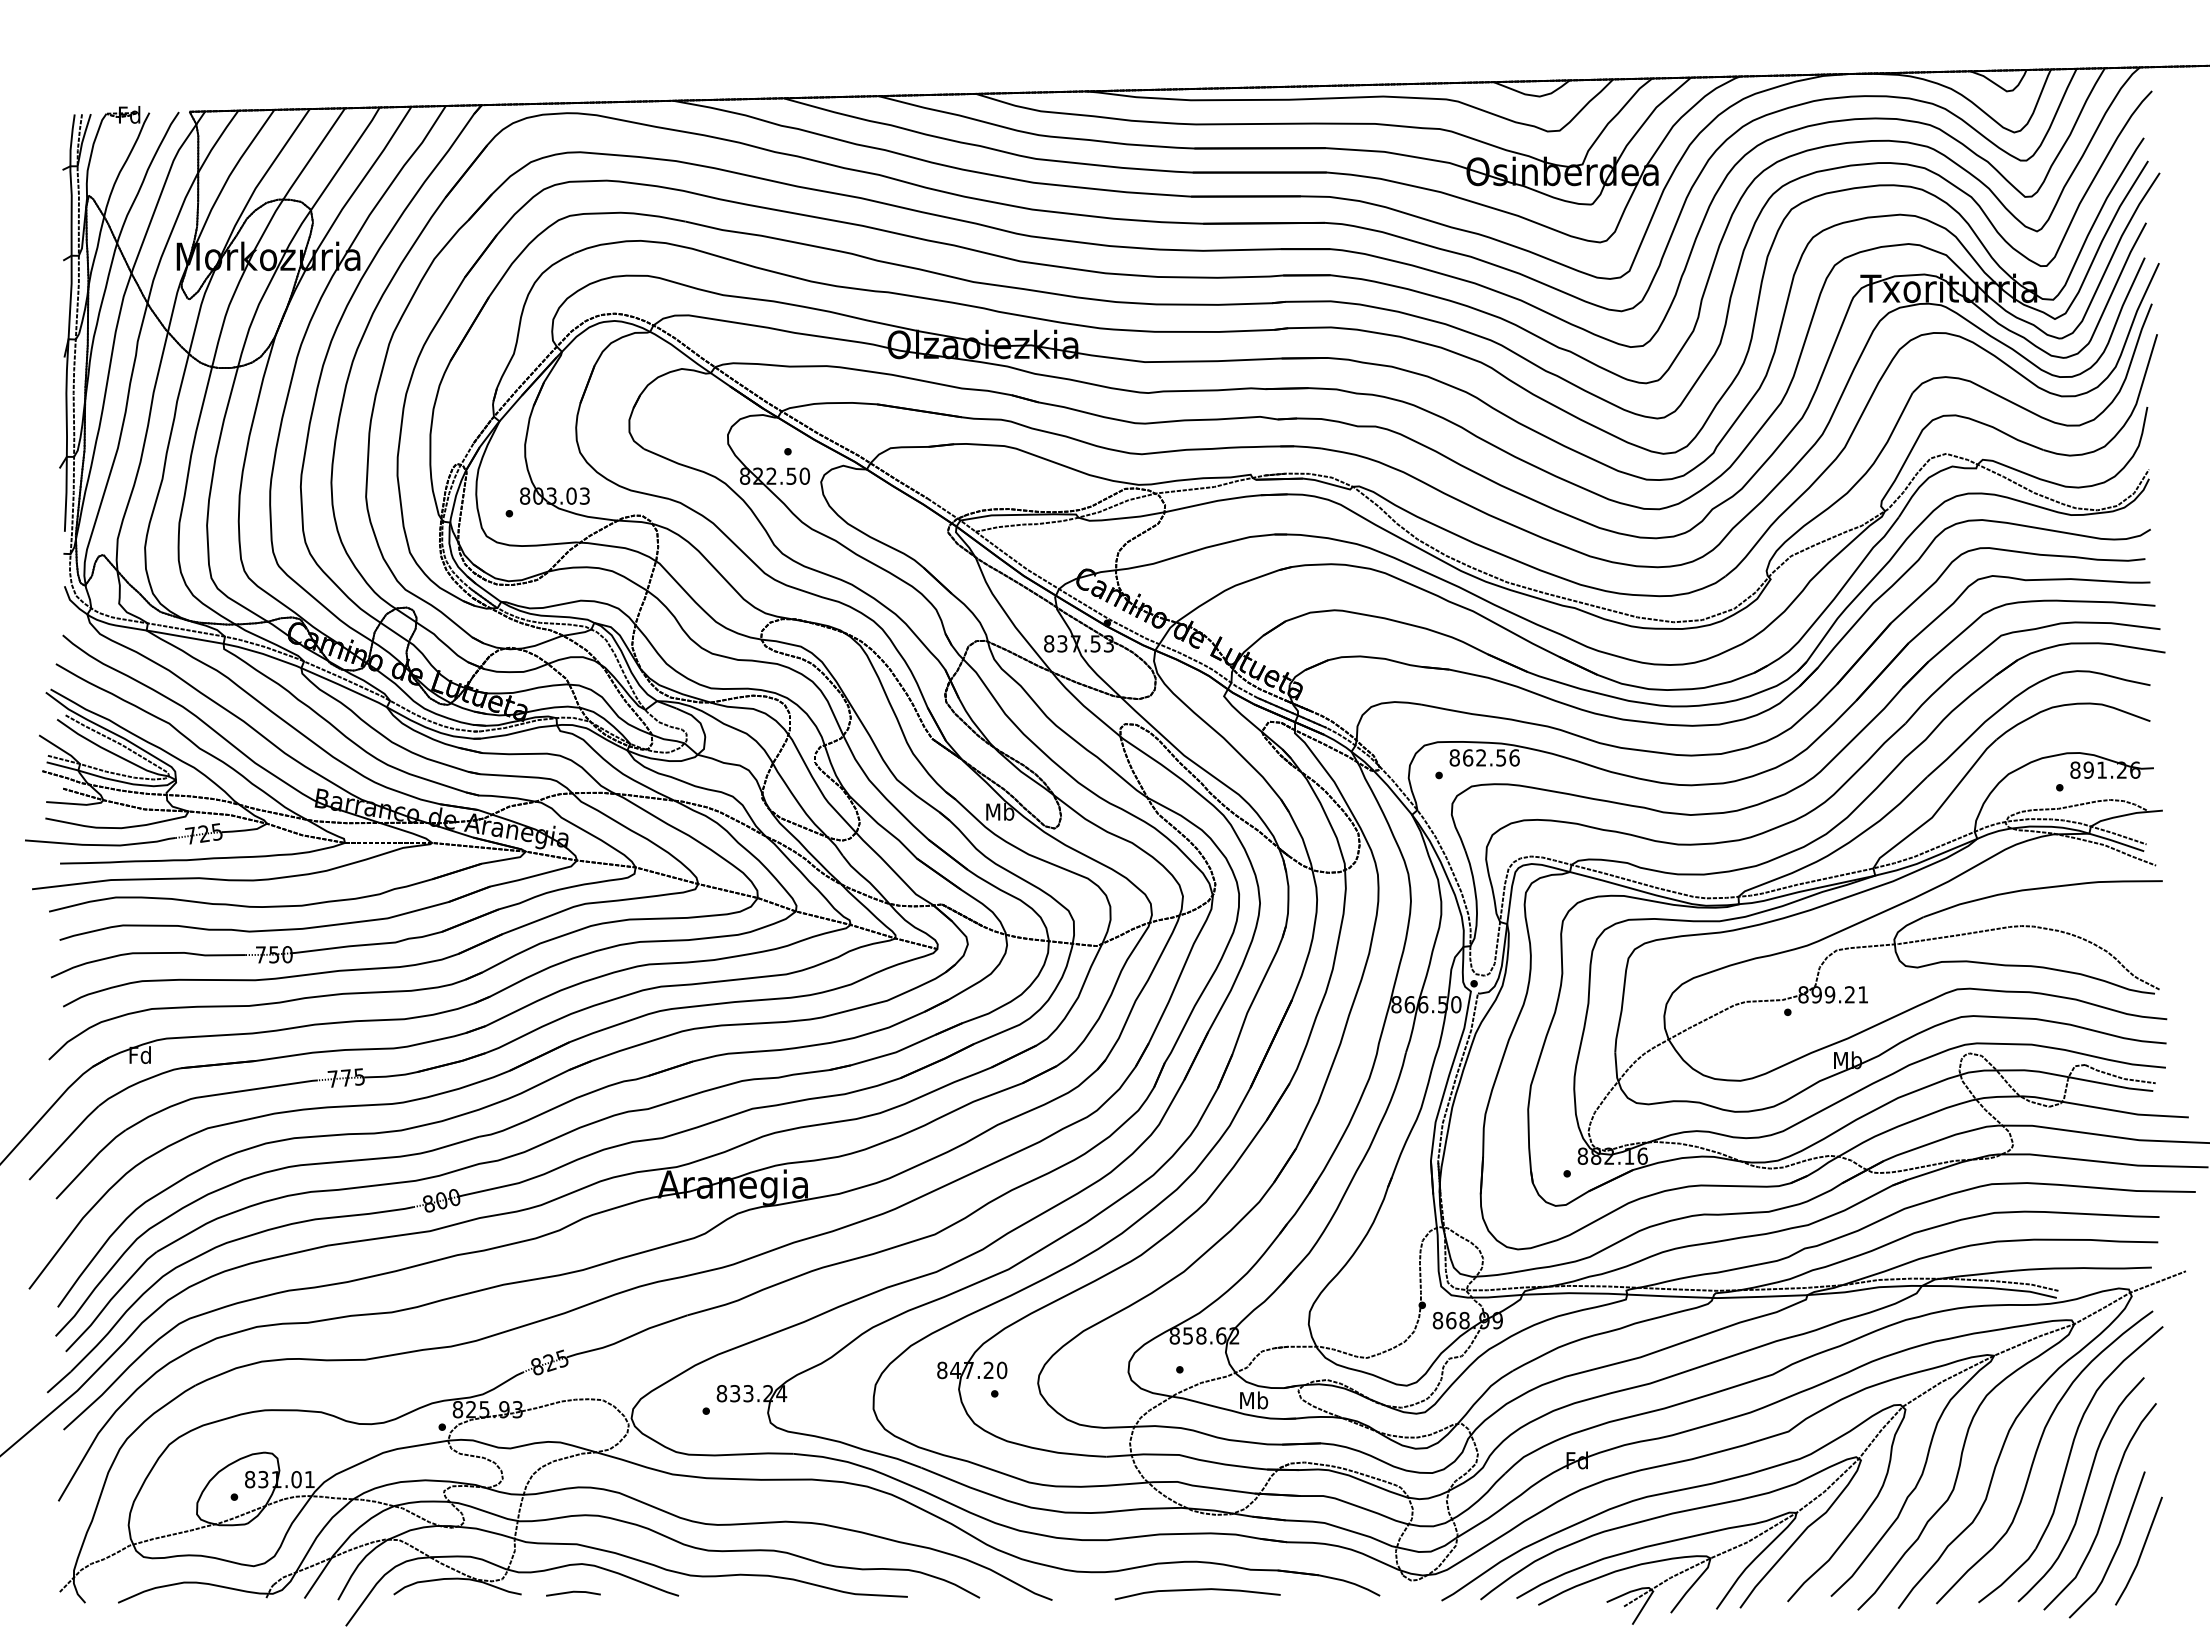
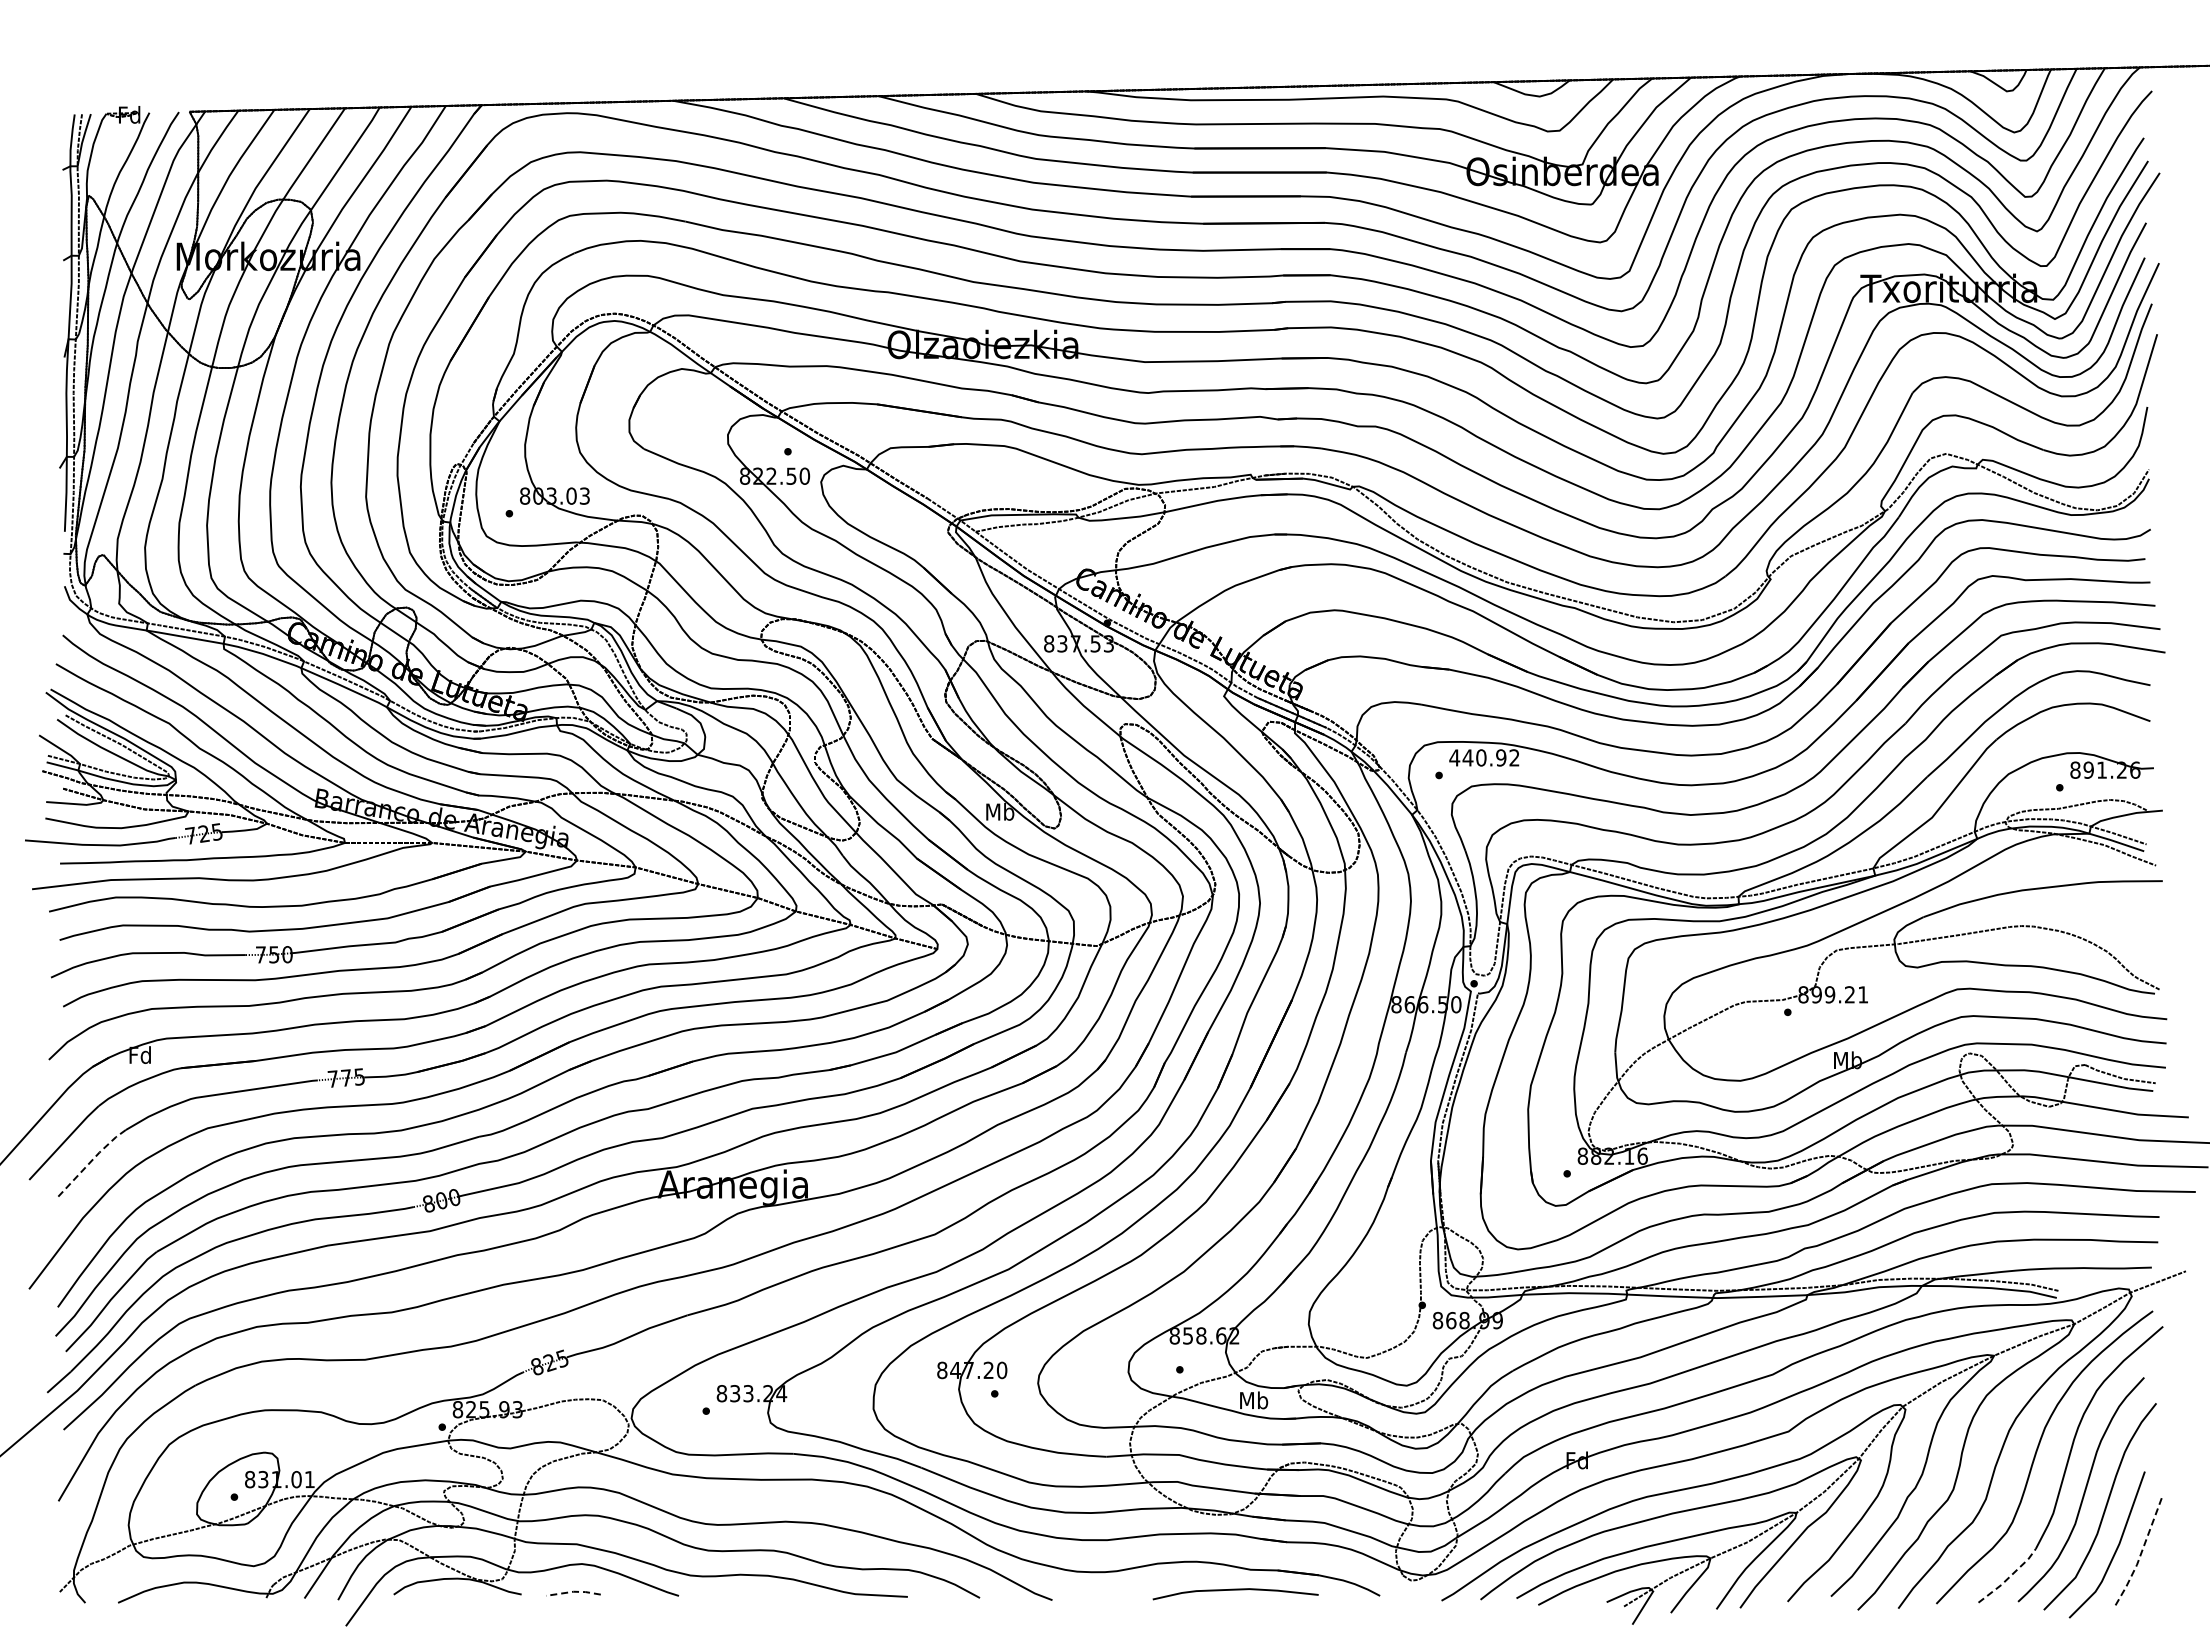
text at (1484, 757): 862.56 -> 440.92
line at (90, 1161): solid -> dashed
line at (2141, 1553): solid -> dashed
line at (2009, 1577): solid -> dashed
curve at (1197, 1590) position: (1197, 1590) -> (1235, 1590)
line at (573, 1591): solid -> dashed
